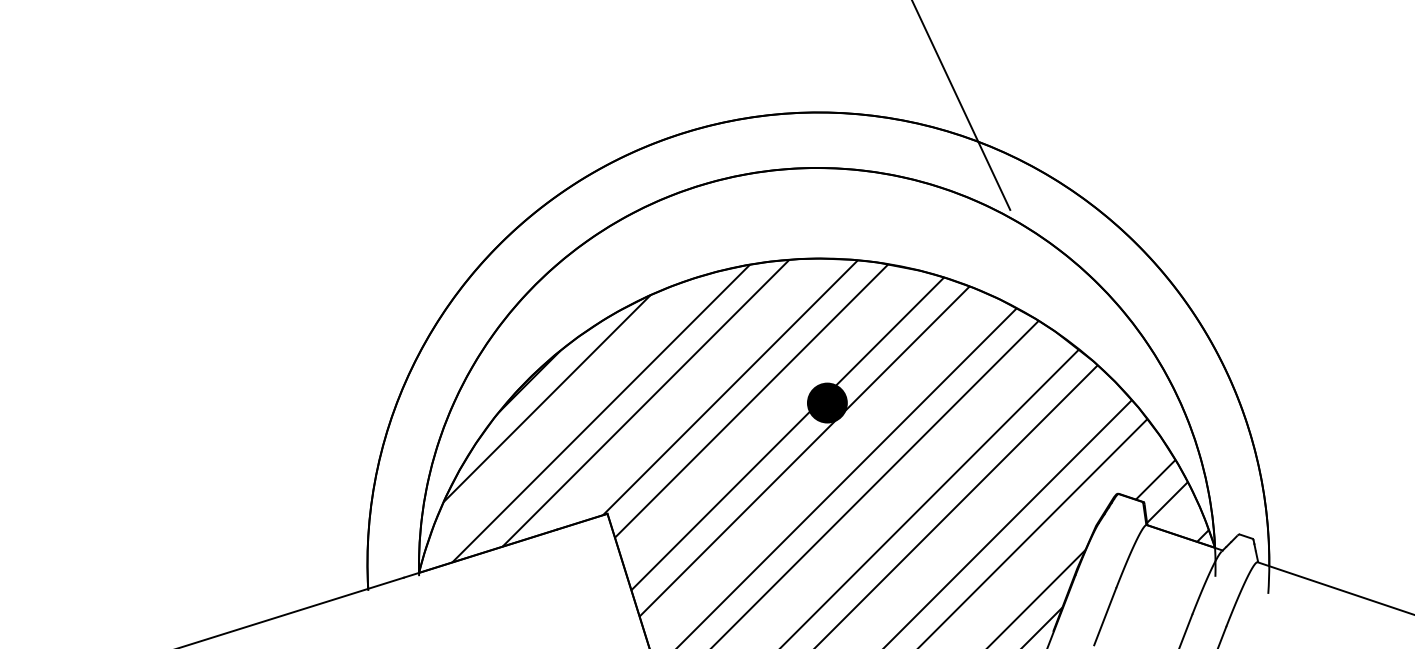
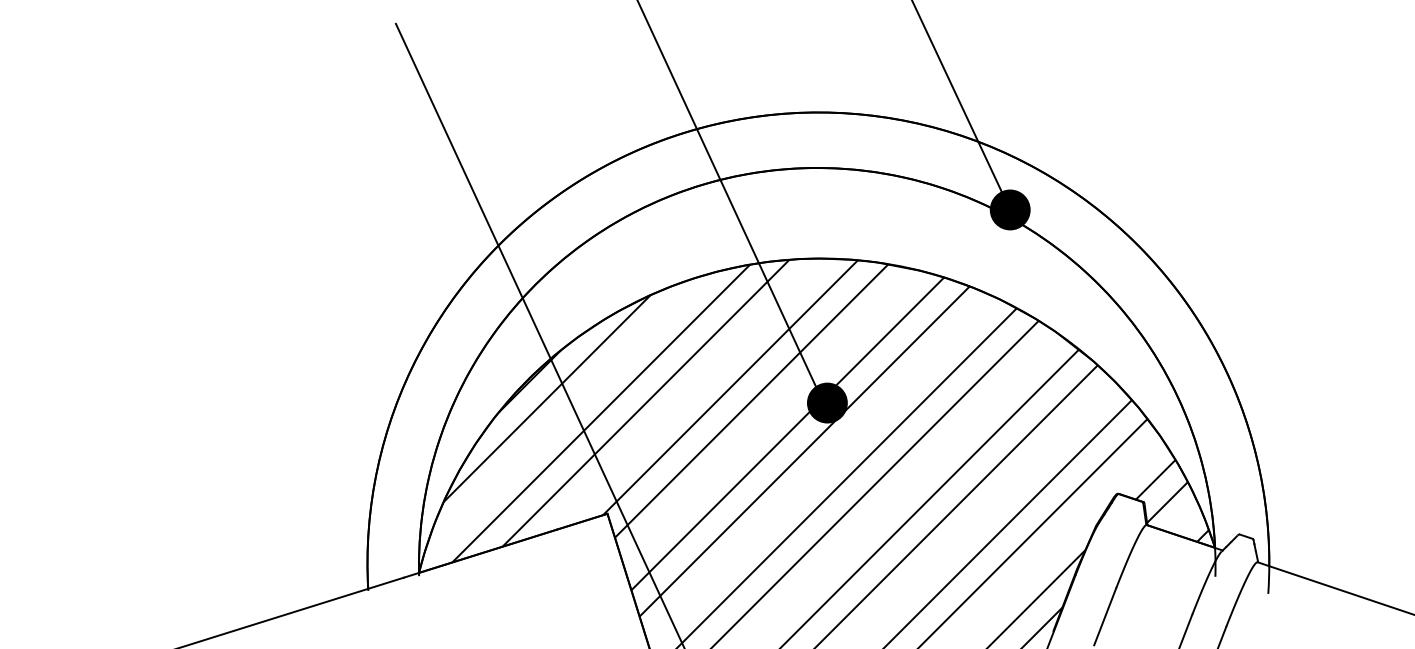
line at (731, 204): none -> present
fill at (1009, 209): none -> present
line at (539, 334): none -> present
